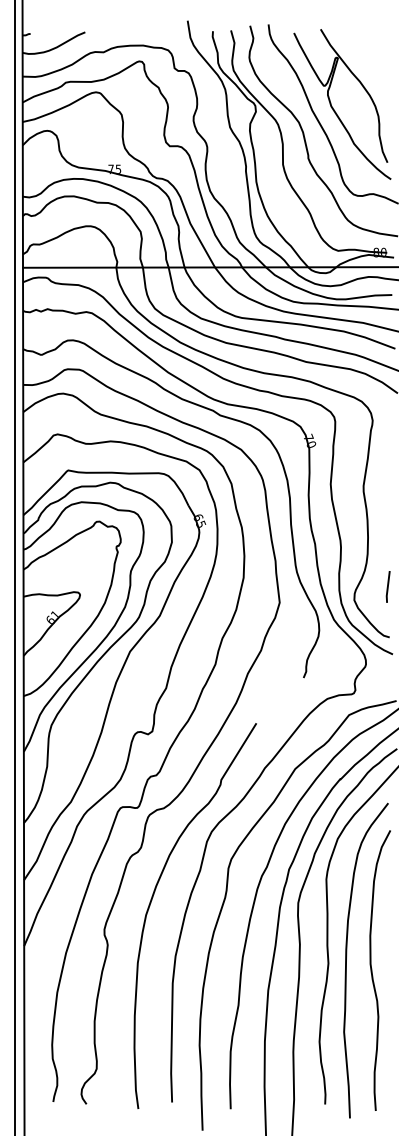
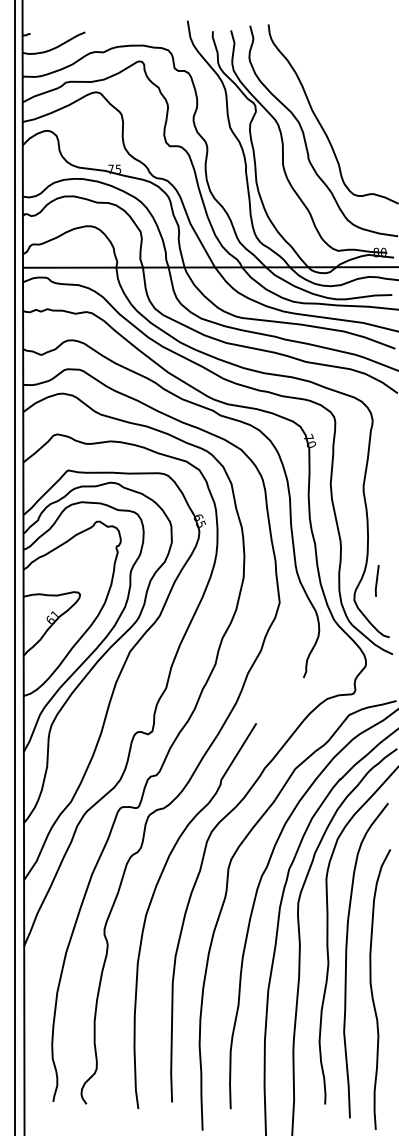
part at (335, 110): present -> none
line at (387, 586) position: (387, 586) -> (376, 580)
curve at (372, 970) position: (372, 970) -> (372, 989)
